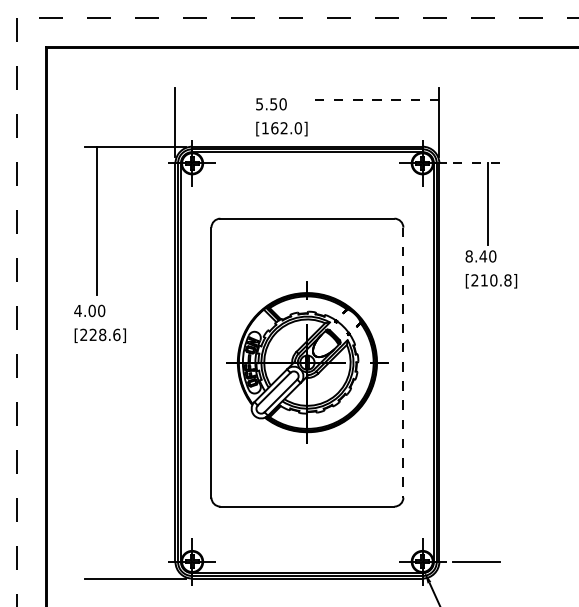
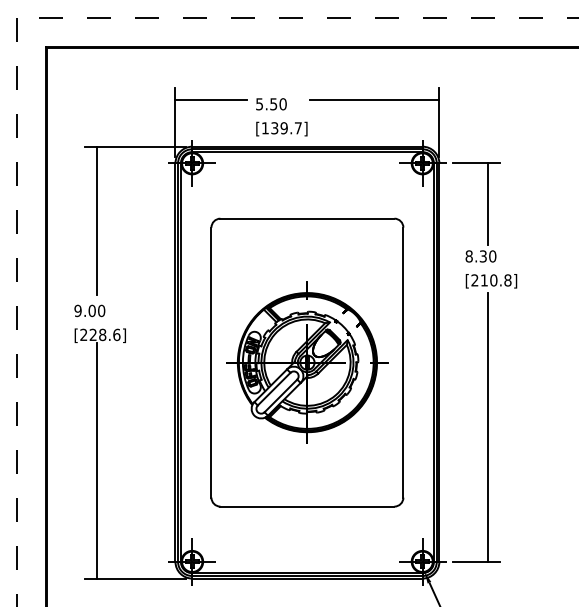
line at (210, 100): none -> present
line at (374, 100): dashed -> solid
text at (286, 128): [162.0] -> [139.7]
line at (476, 163): dashed -> solid
text at (483, 256): 8.40 -> 8.30
text at (77, 310): 4.00 -> 9.00
line at (403, 362): dashed -> solid
line at (487, 426): none -> present
line at (96, 460): none -> present
